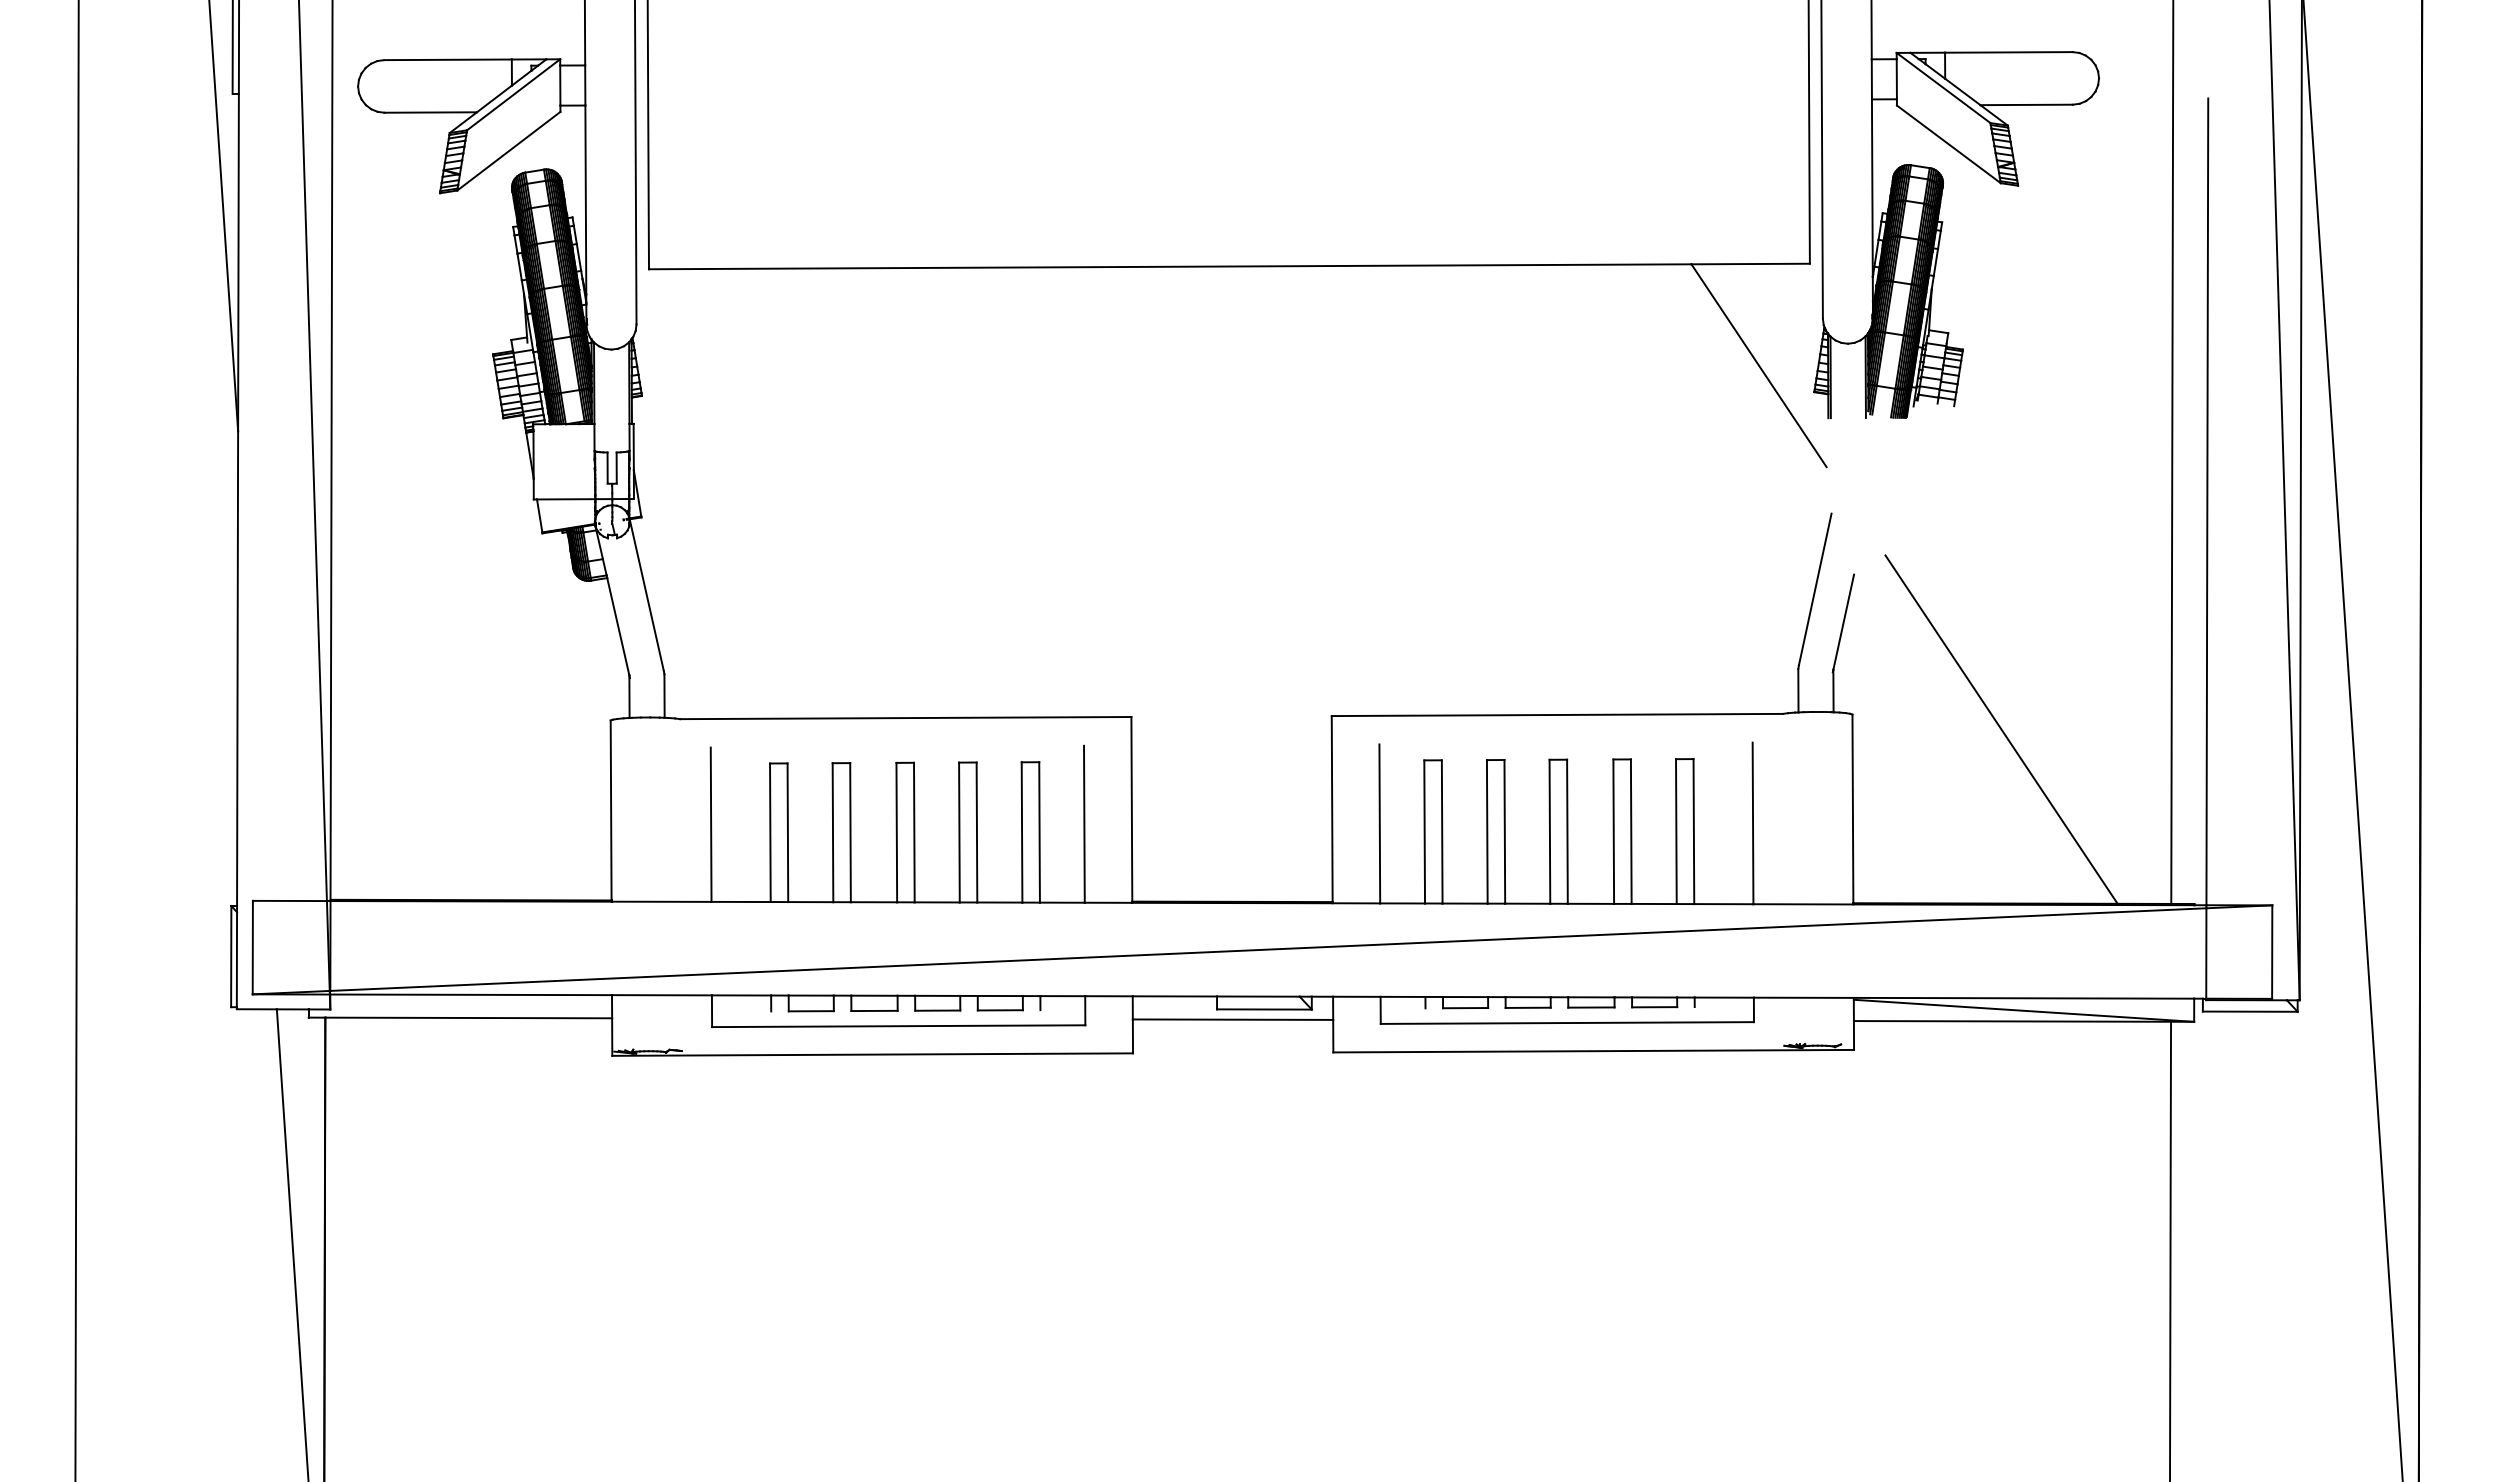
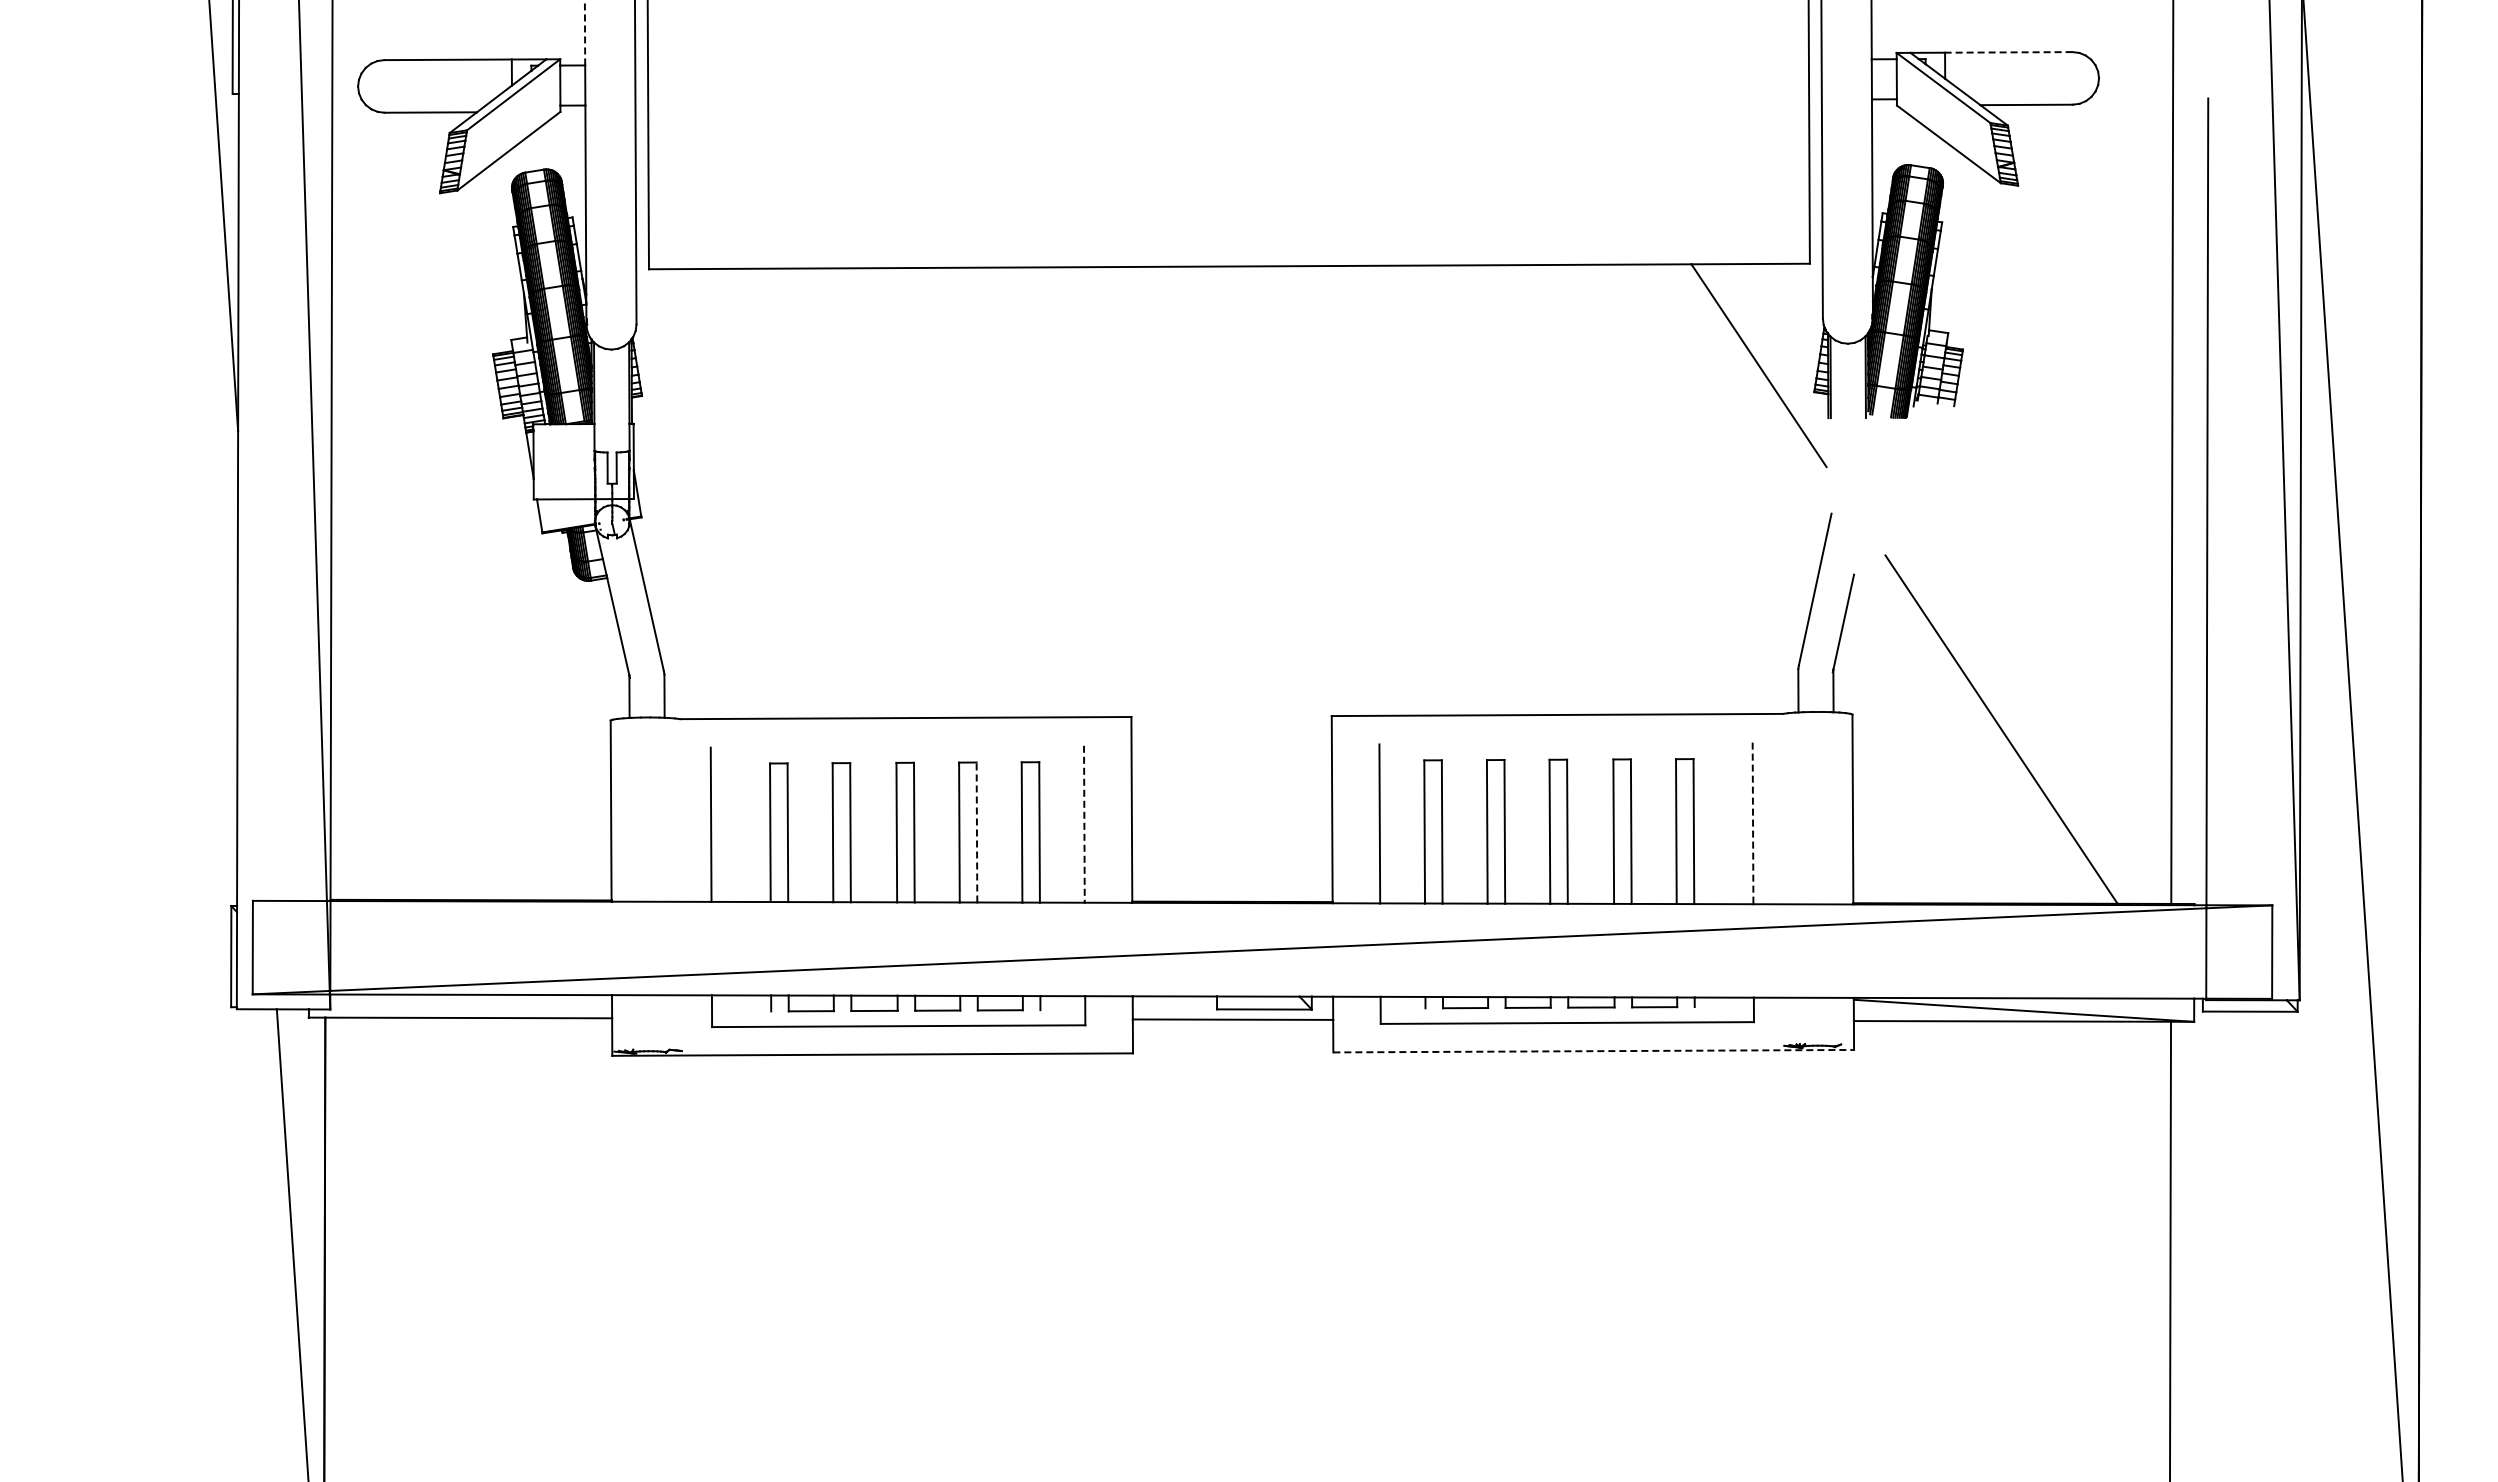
line at (585, 32): solid -> dashed
line at (2008, 52): solid -> dashed
line at (76, 740): present -> none
line at (1753, 823): solid -> dashed
line at (1084, 824): solid -> dashed
line at (976, 832): solid -> dashed
line at (1594, 1051): solid -> dashed
